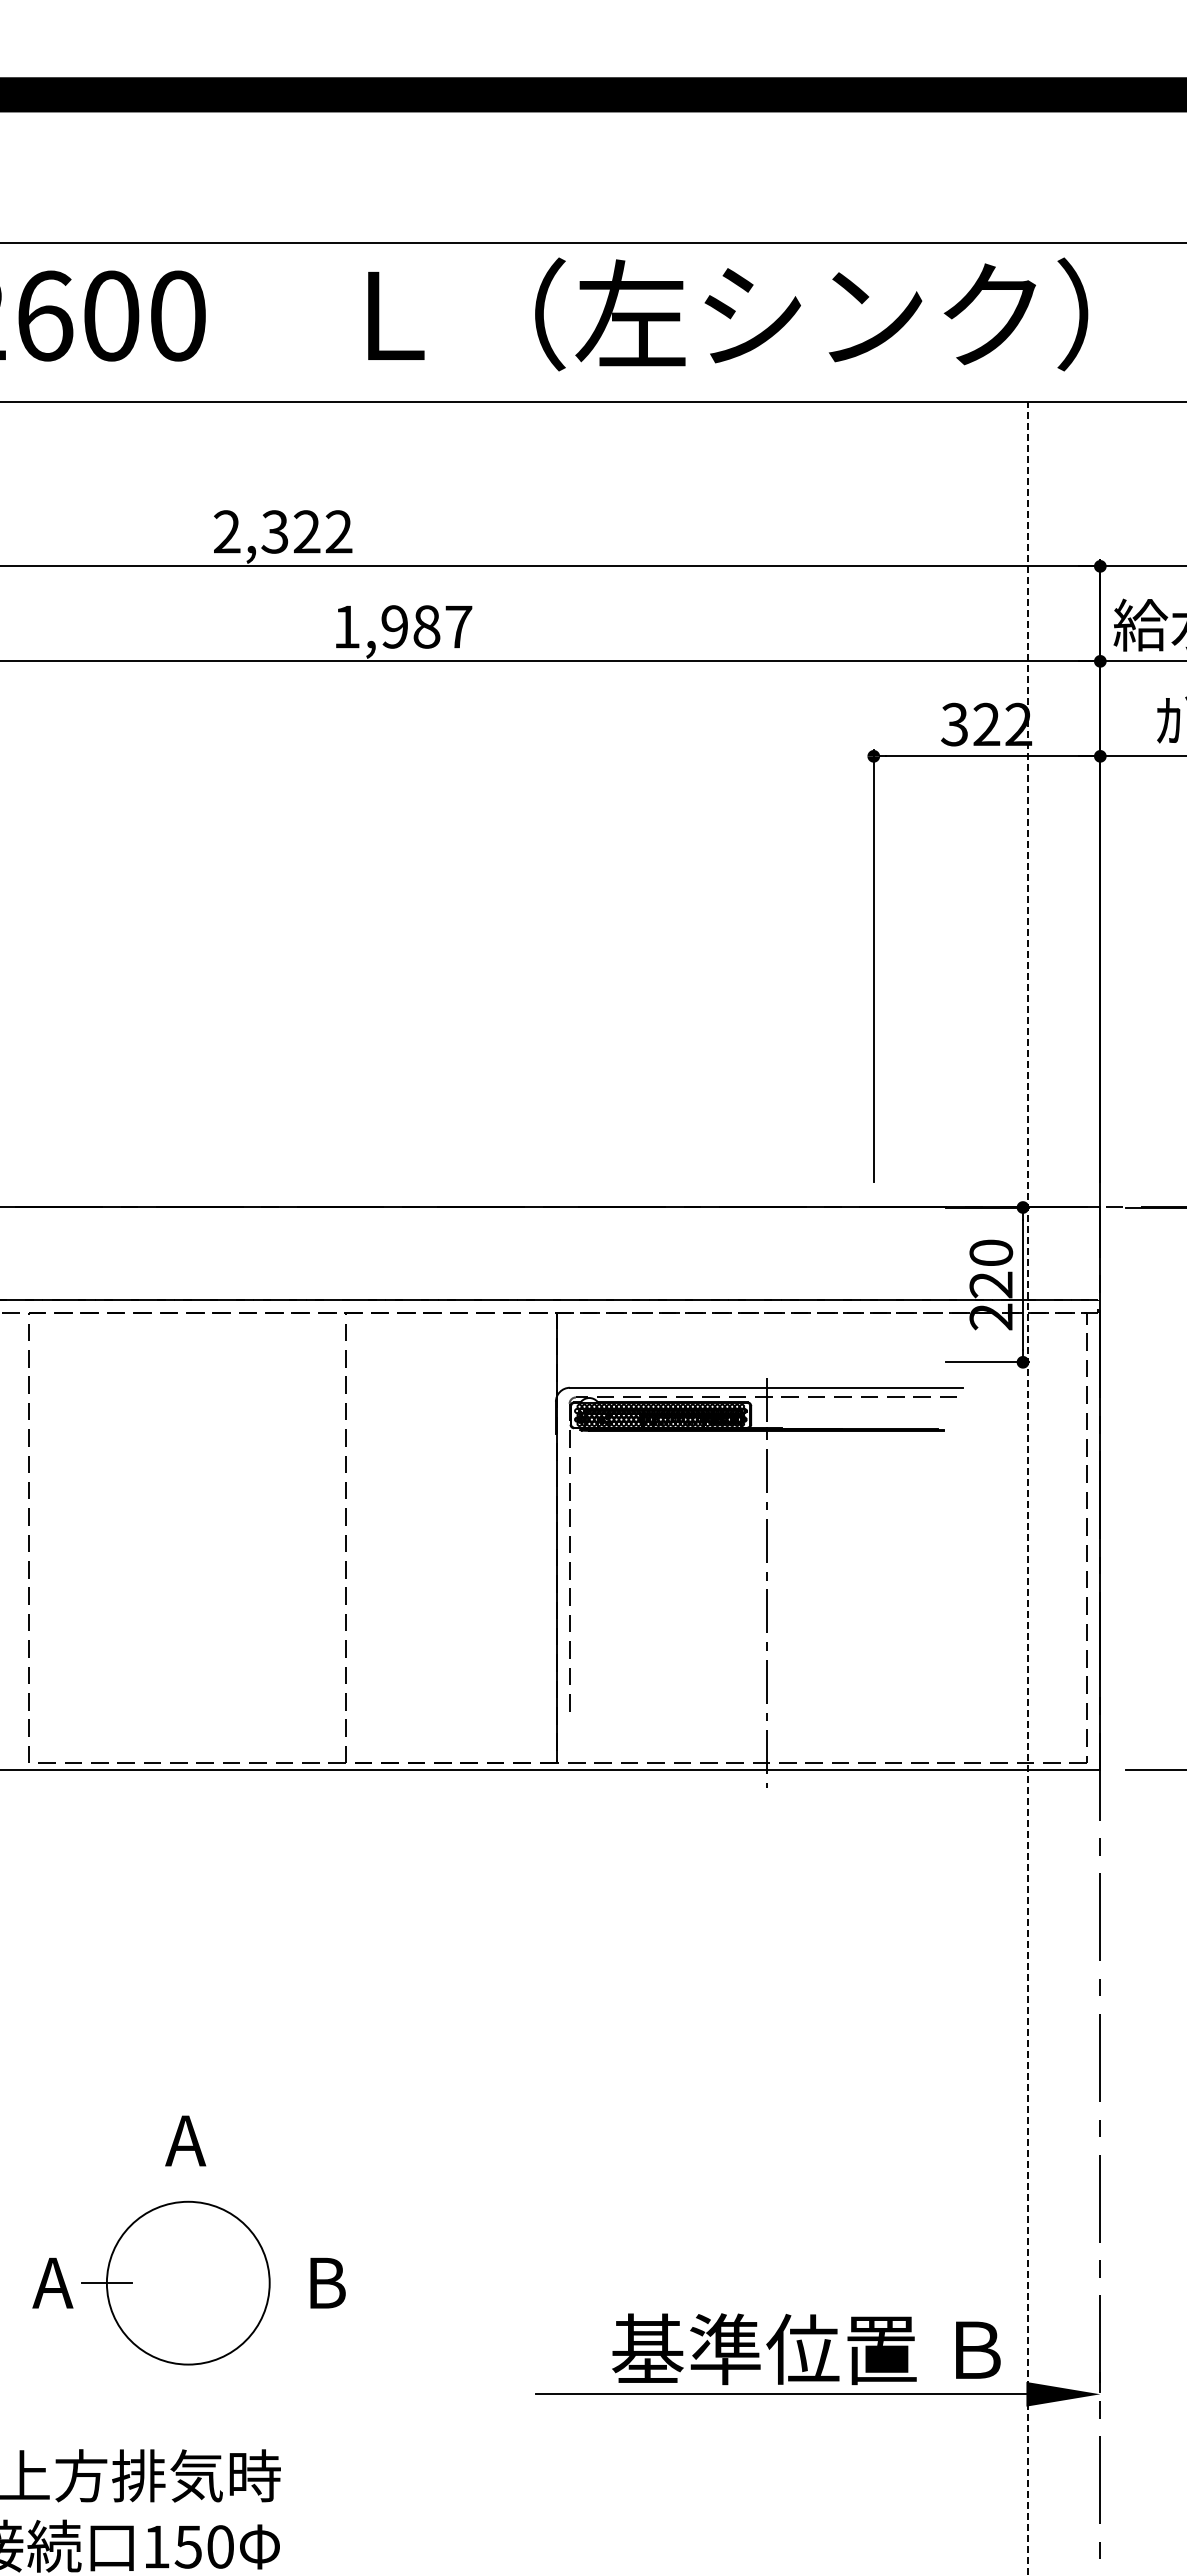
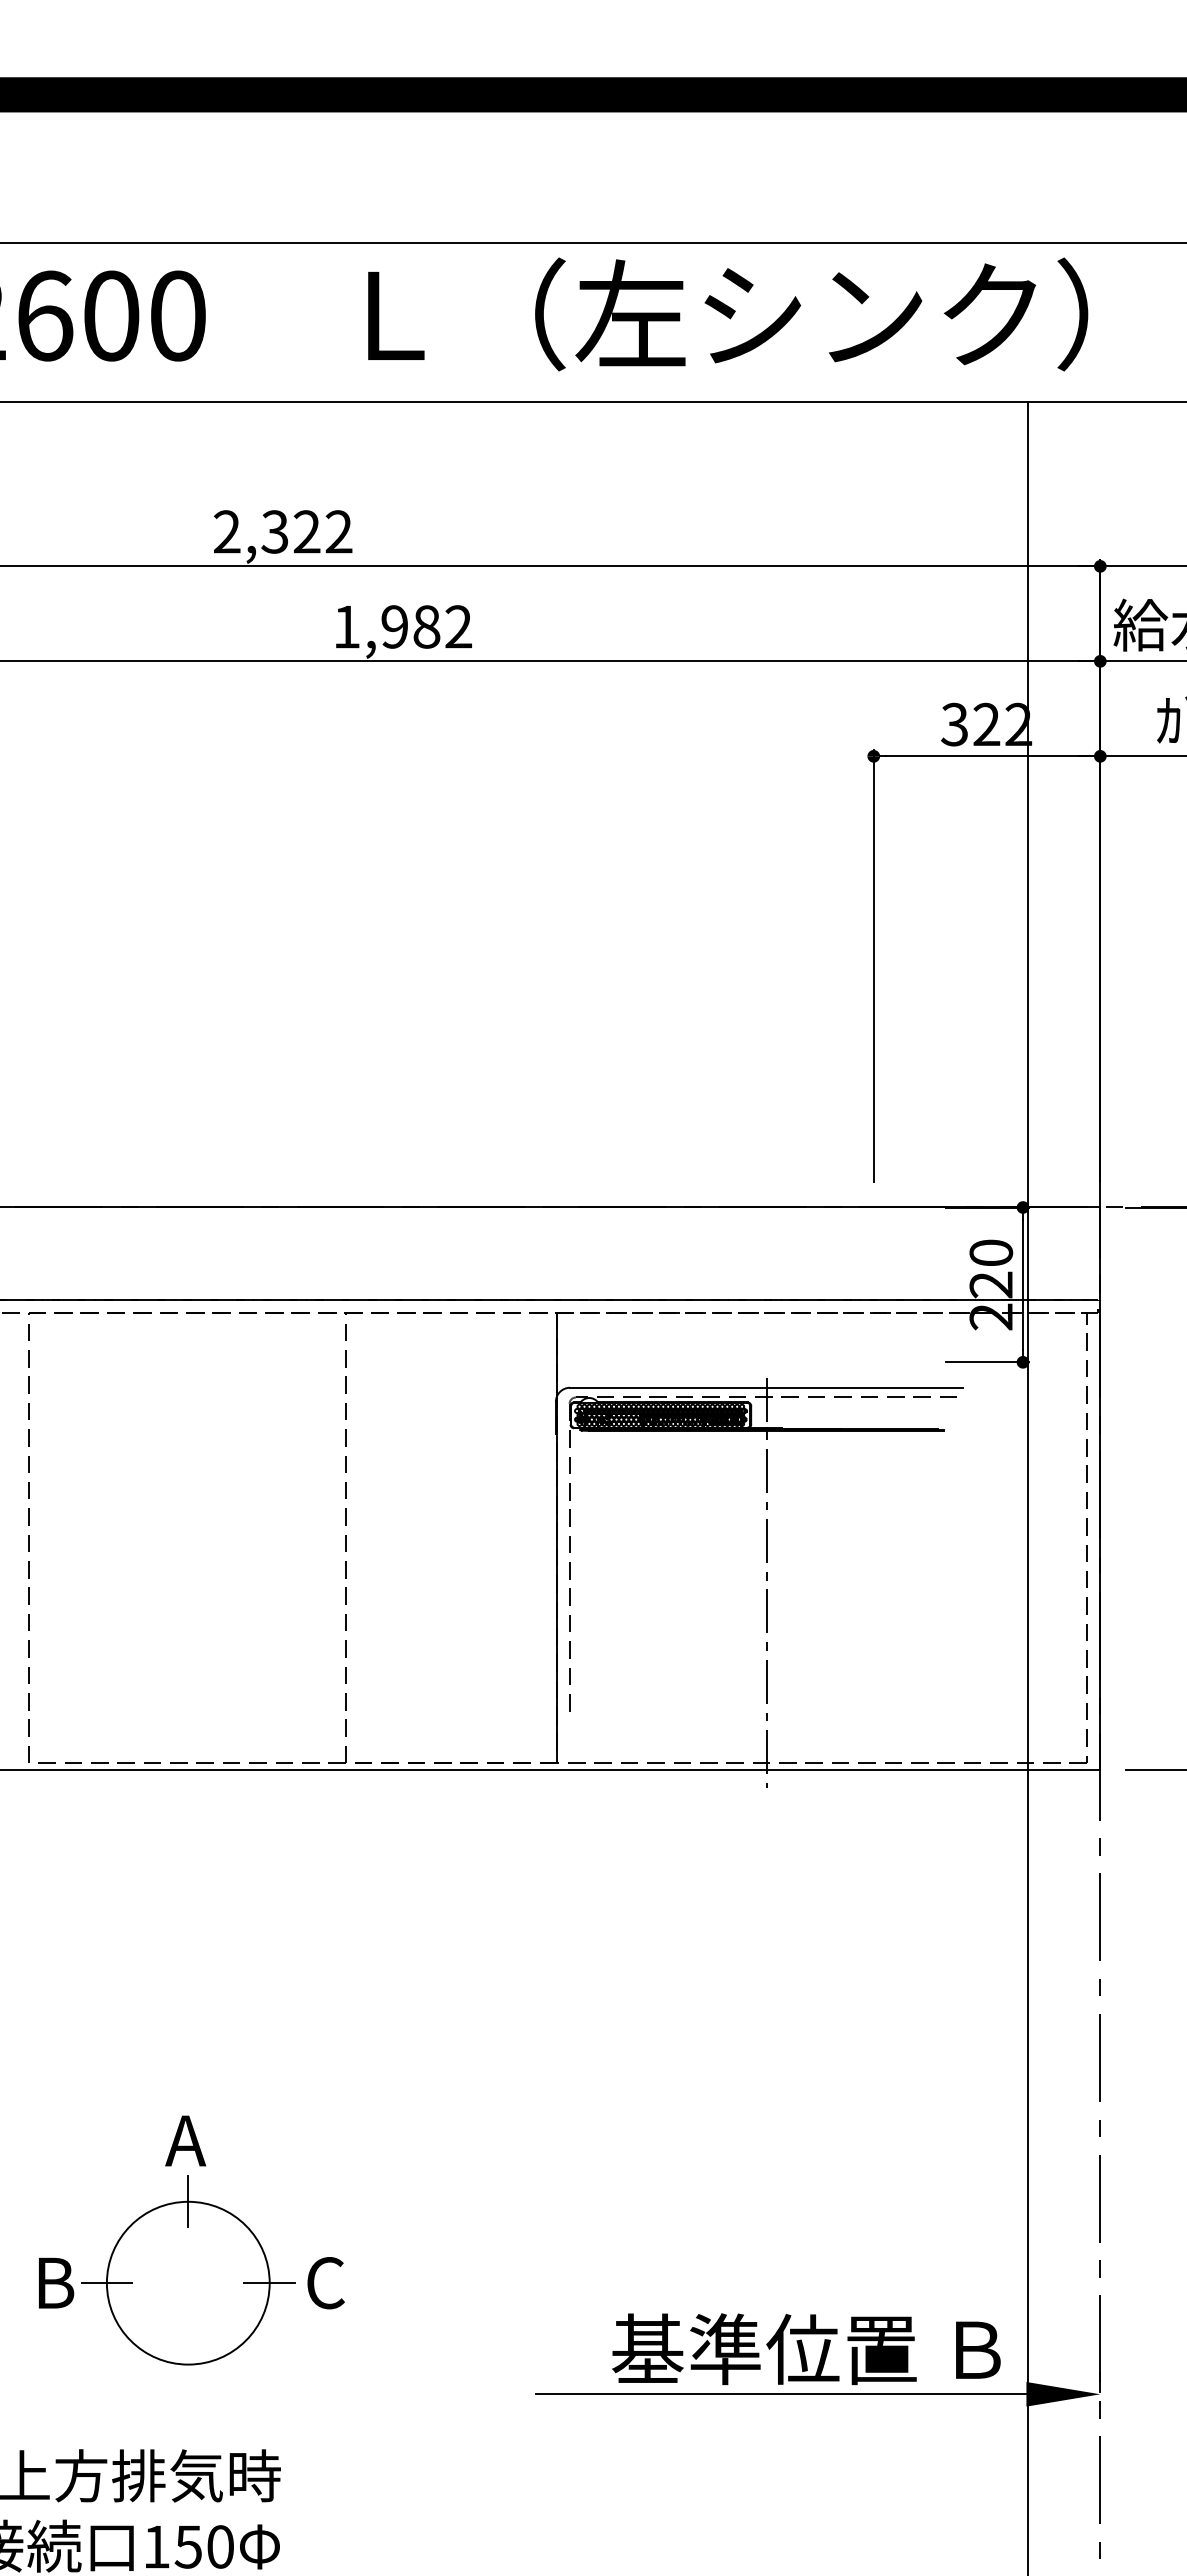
text at (458, 626): 1,987 -> 1,982
line at (1028, 1488): dashed -> solid
line at (188, 2201): none -> present
text at (53, 2282): A -> B
line at (269, 2283): none -> present
text at (326, 2283): B -> C
